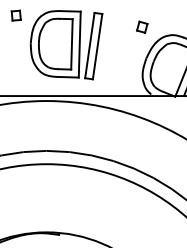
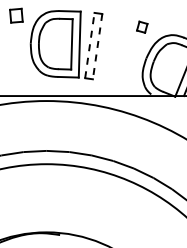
part at (15, 15) size: 12x13 px -> 15x17 px
line at (89, 45): solid -> dashed
line at (97, 46): solid -> dashed
